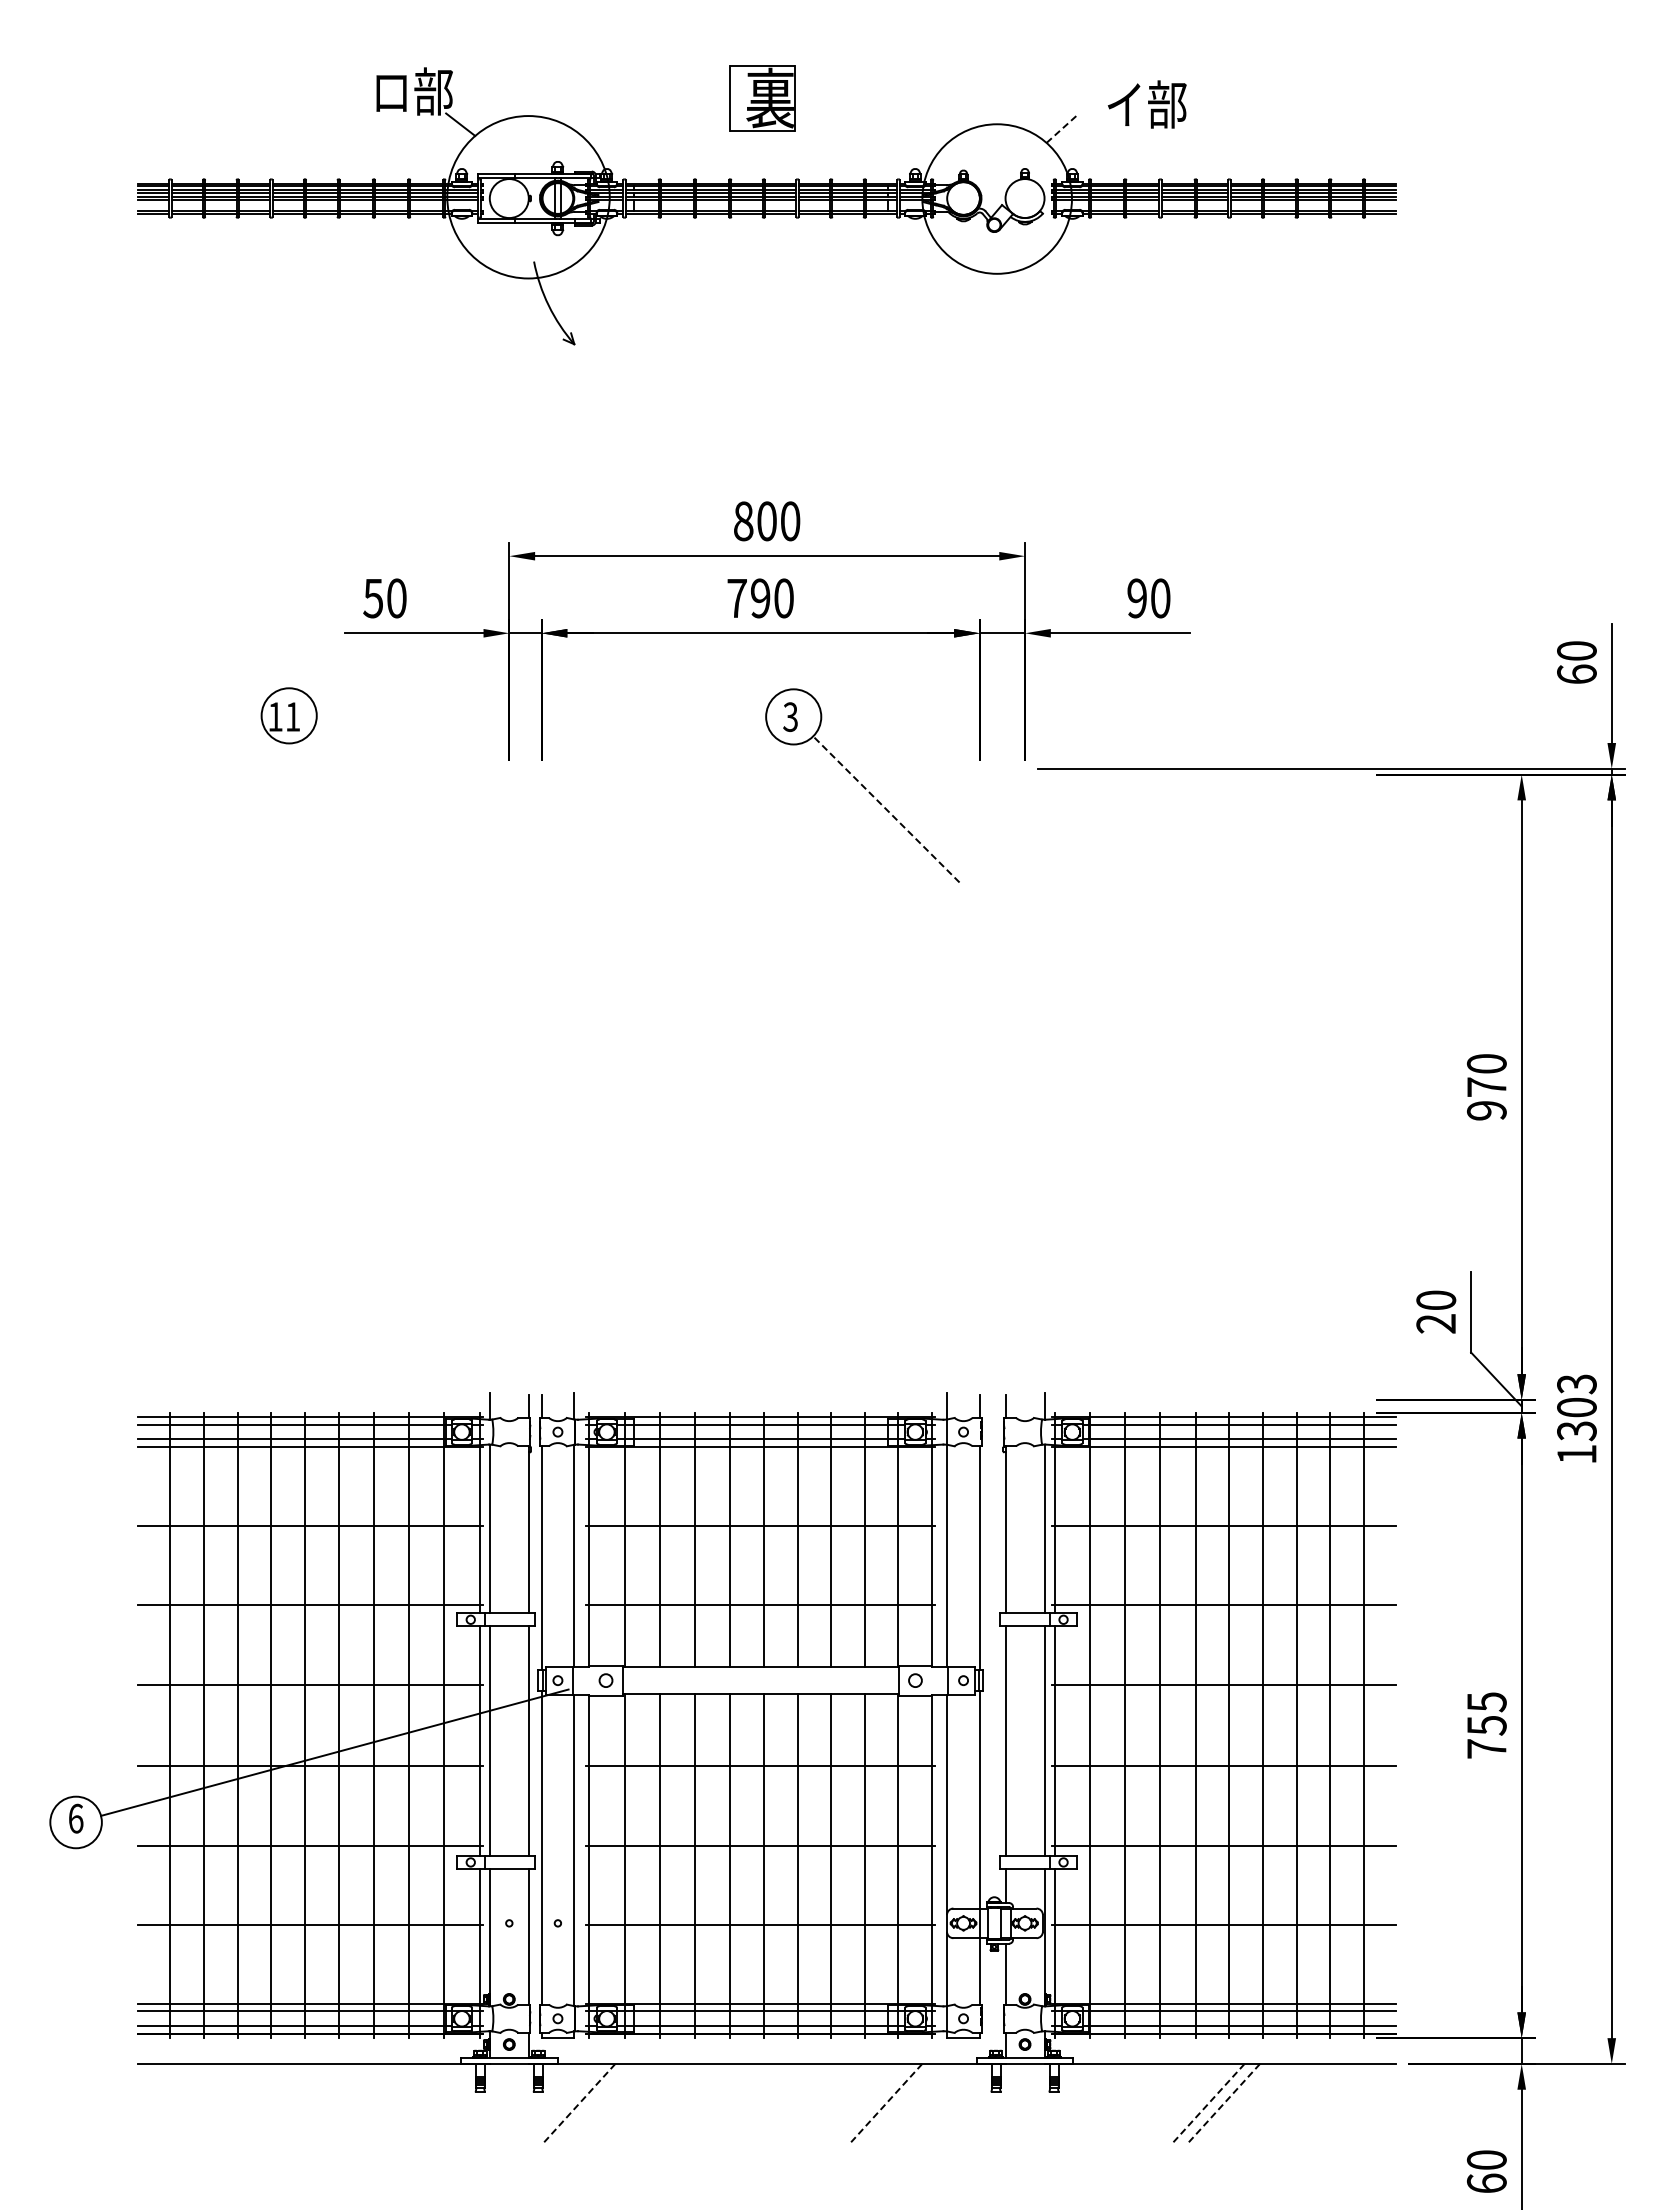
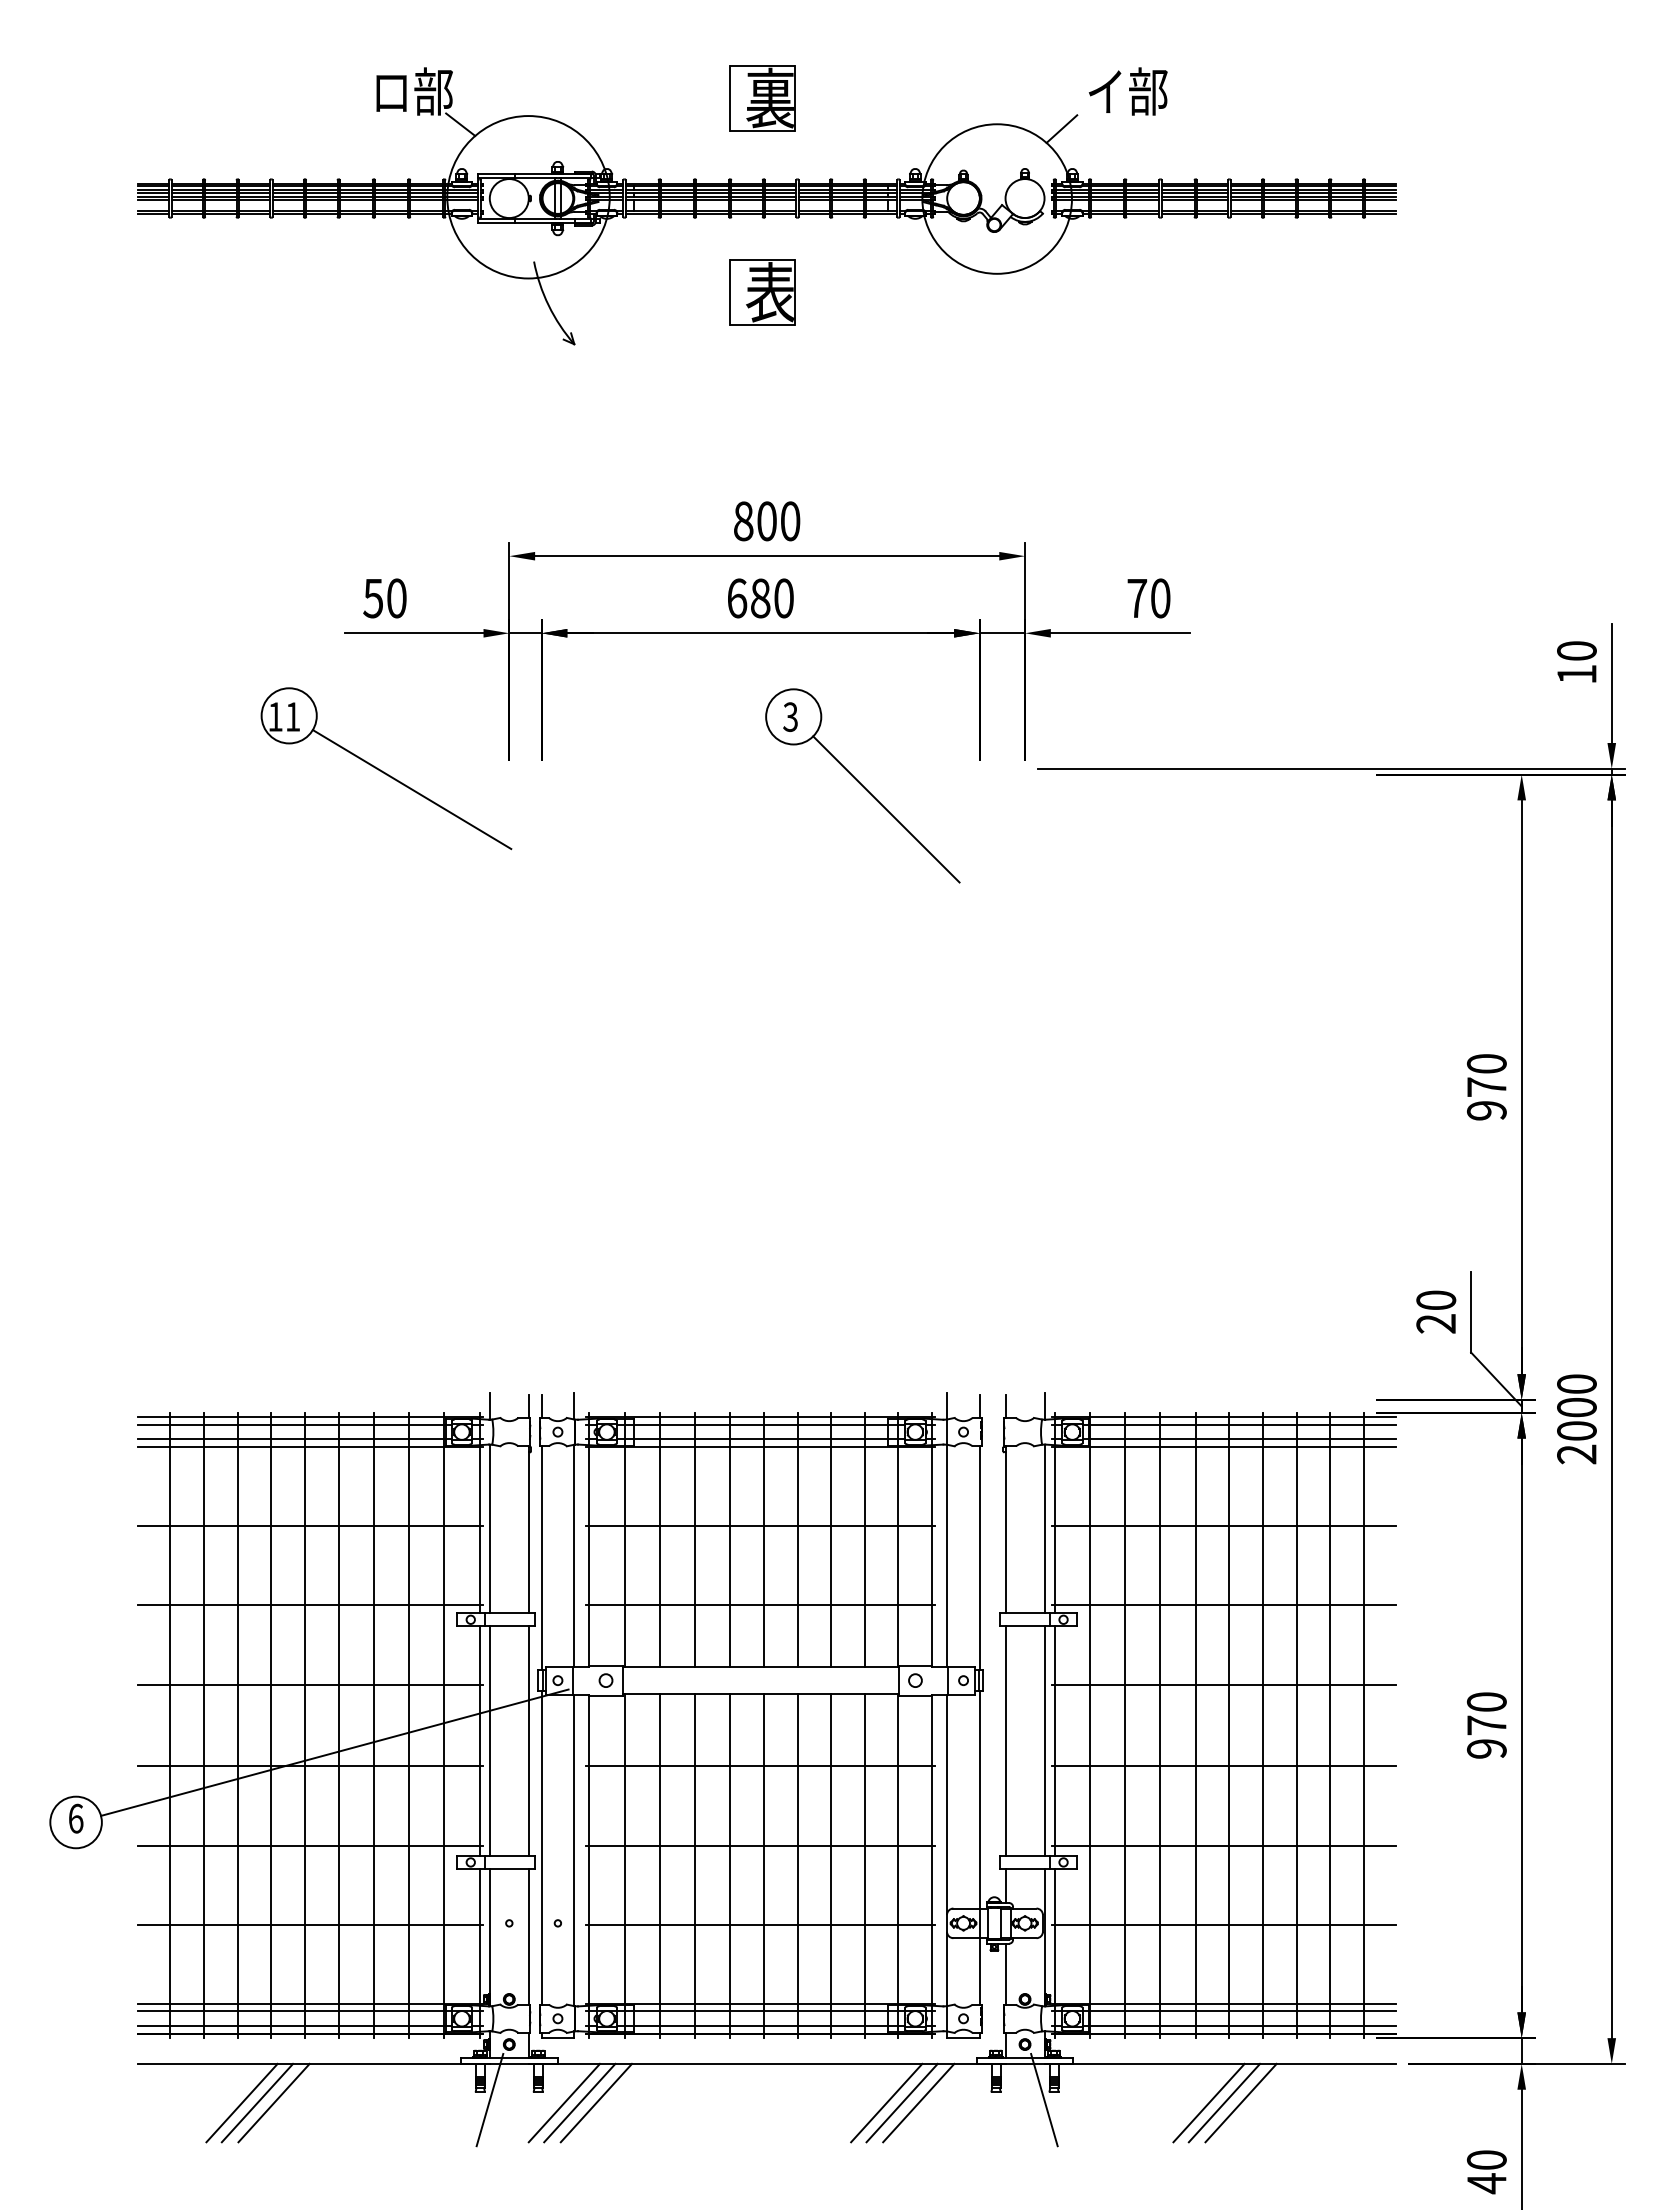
text at (1146, 104) position: (1146, 104) -> (1127, 91)
line at (1061, 129): dashed -> solid
part at (762, 292): none -> present
text at (748, 598): 790 -> 680
text at (1137, 598): 90 -> 70
text at (1576, 673): 60 -> 10
line at (411, 789): none -> present
line at (886, 809): dashed -> solid
text at (1576, 1419): 1303 -> 2000
text at (1486, 1725): 755 -> 970
line at (489, 2099): none -> present
line at (1044, 2099): none -> present
line at (241, 2102): none -> present
line at (257, 2102): none -> present
line at (273, 2102): none -> present
line at (563, 2102): none -> present
line at (595, 2102): none -> present
line at (901, 2102): none -> present
line at (918, 2102): none -> present
line at (1240, 2102): none -> present
line at (579, 2103): dashed -> solid
line at (886, 2103): dashed -> solid
line at (1209, 2103): dashed -> solid
line at (1224, 2103): dashed -> solid
text at (1486, 2183): 60 -> 40
